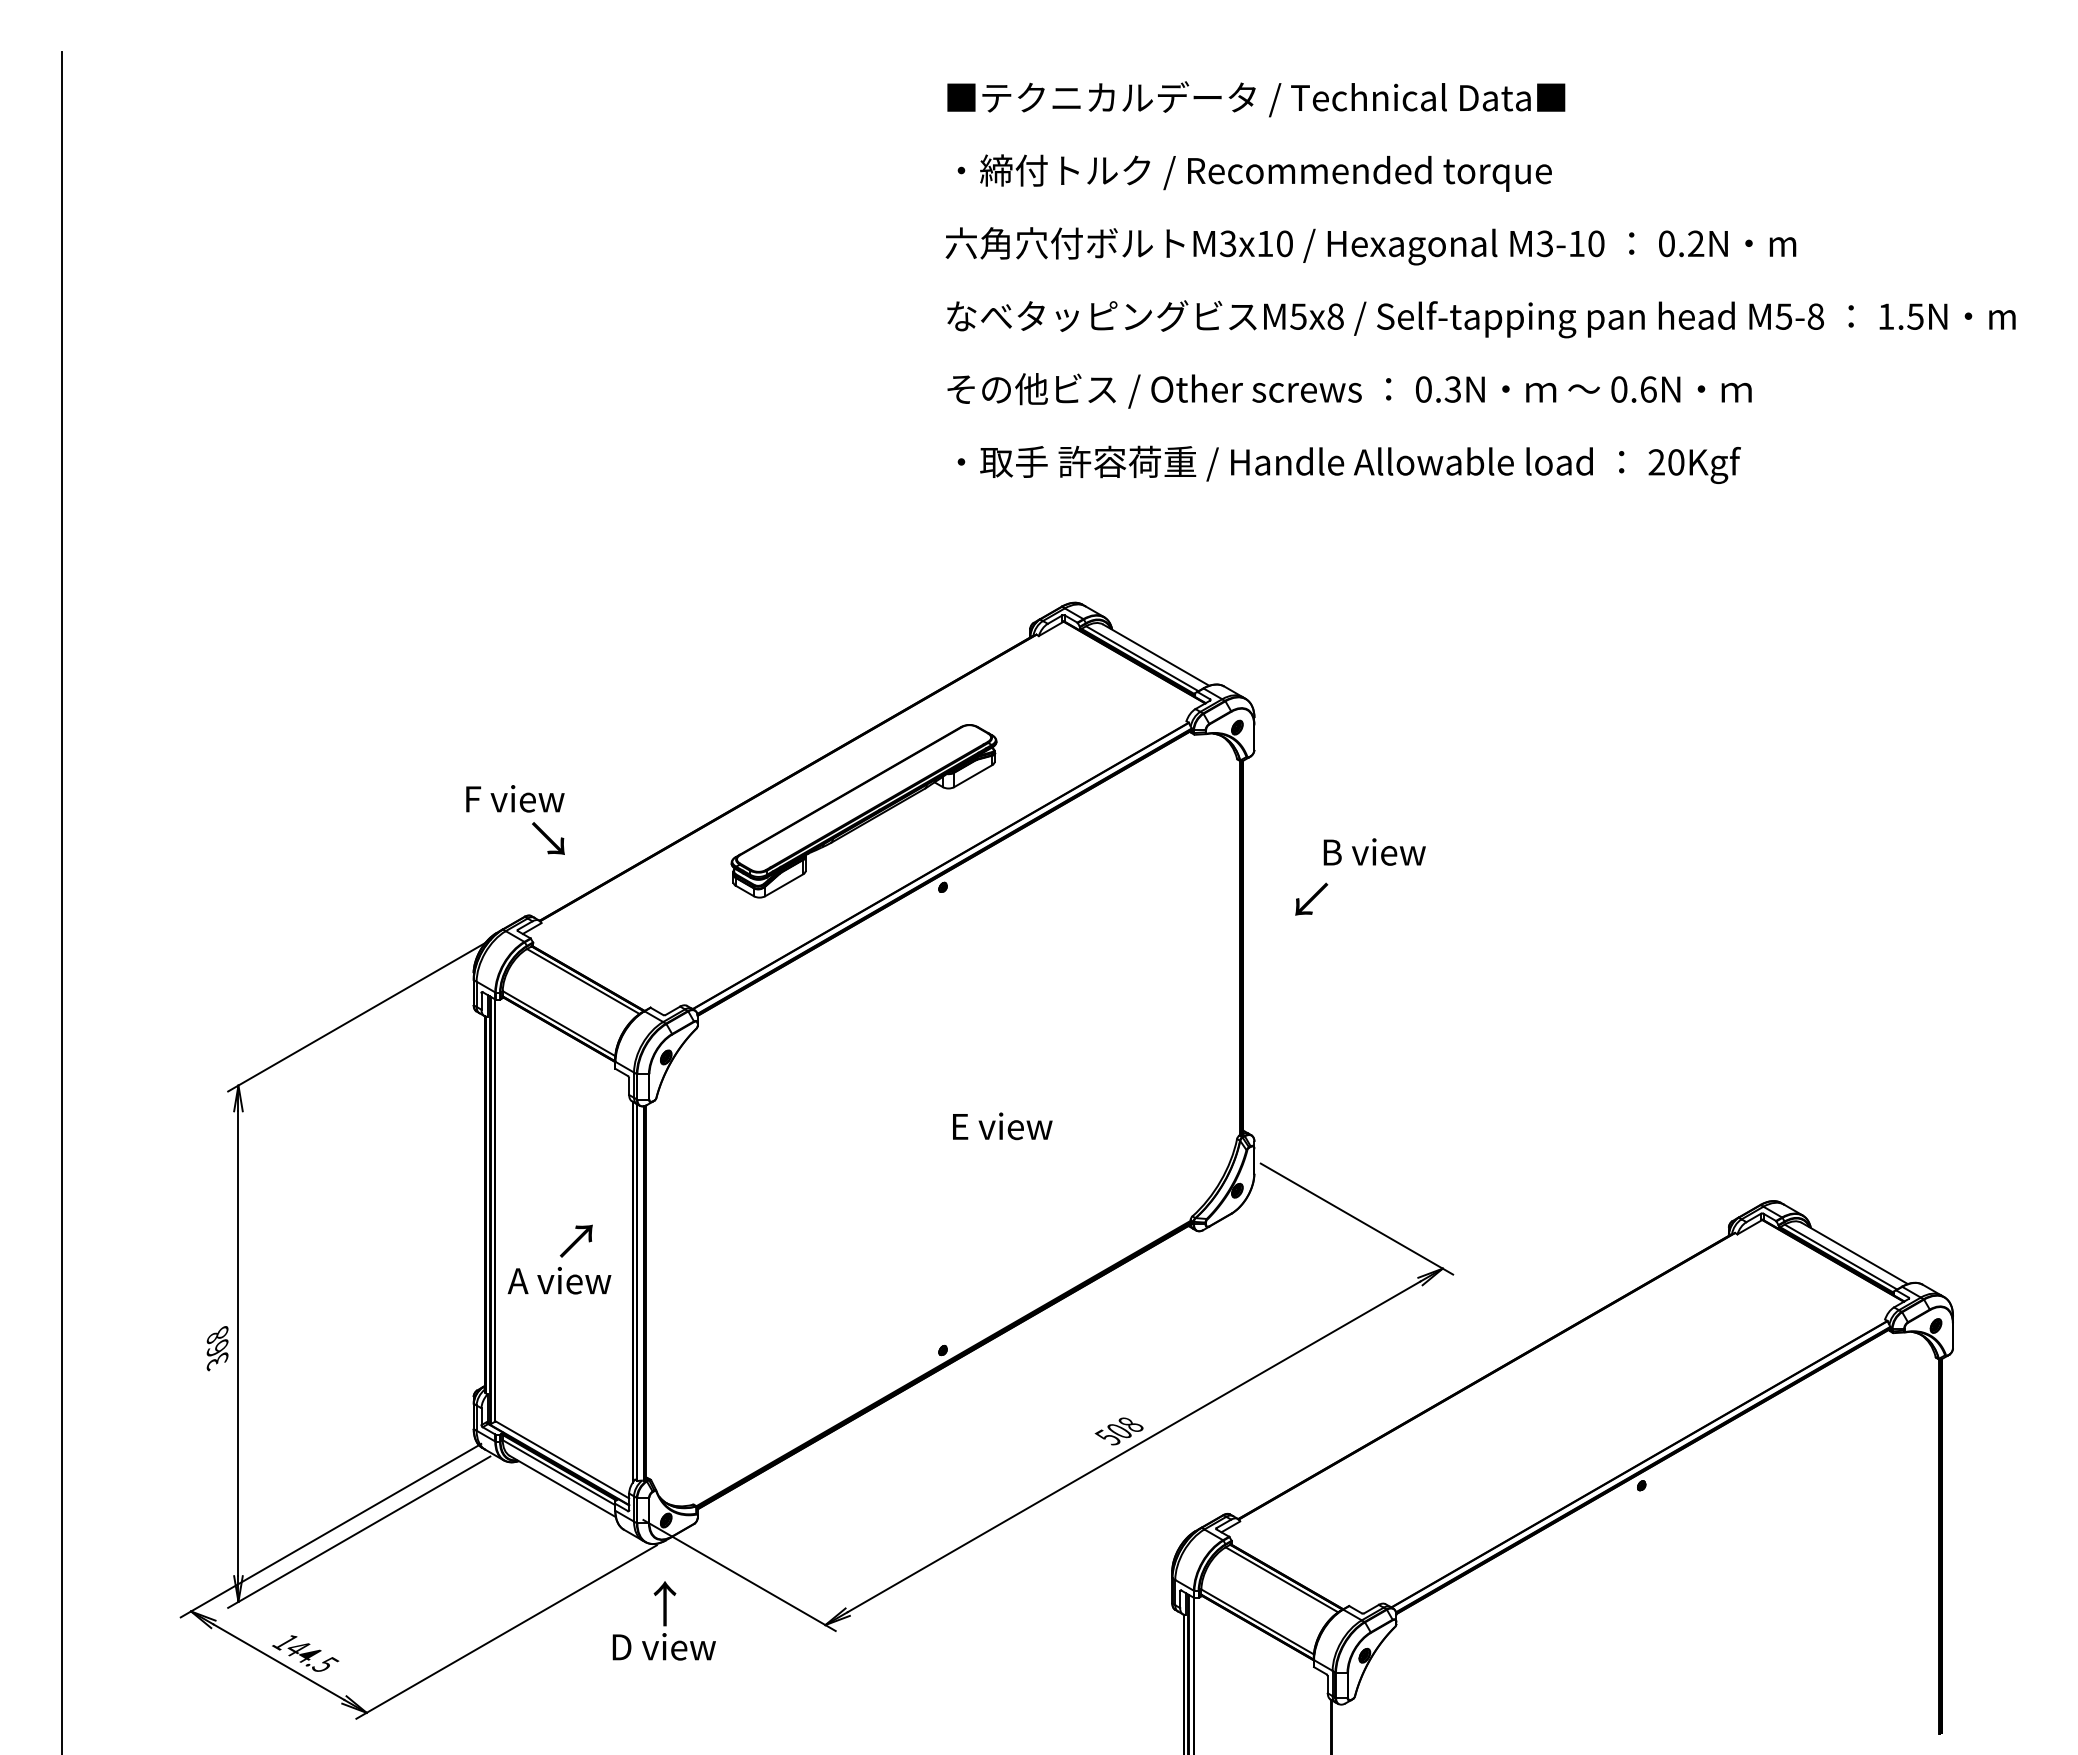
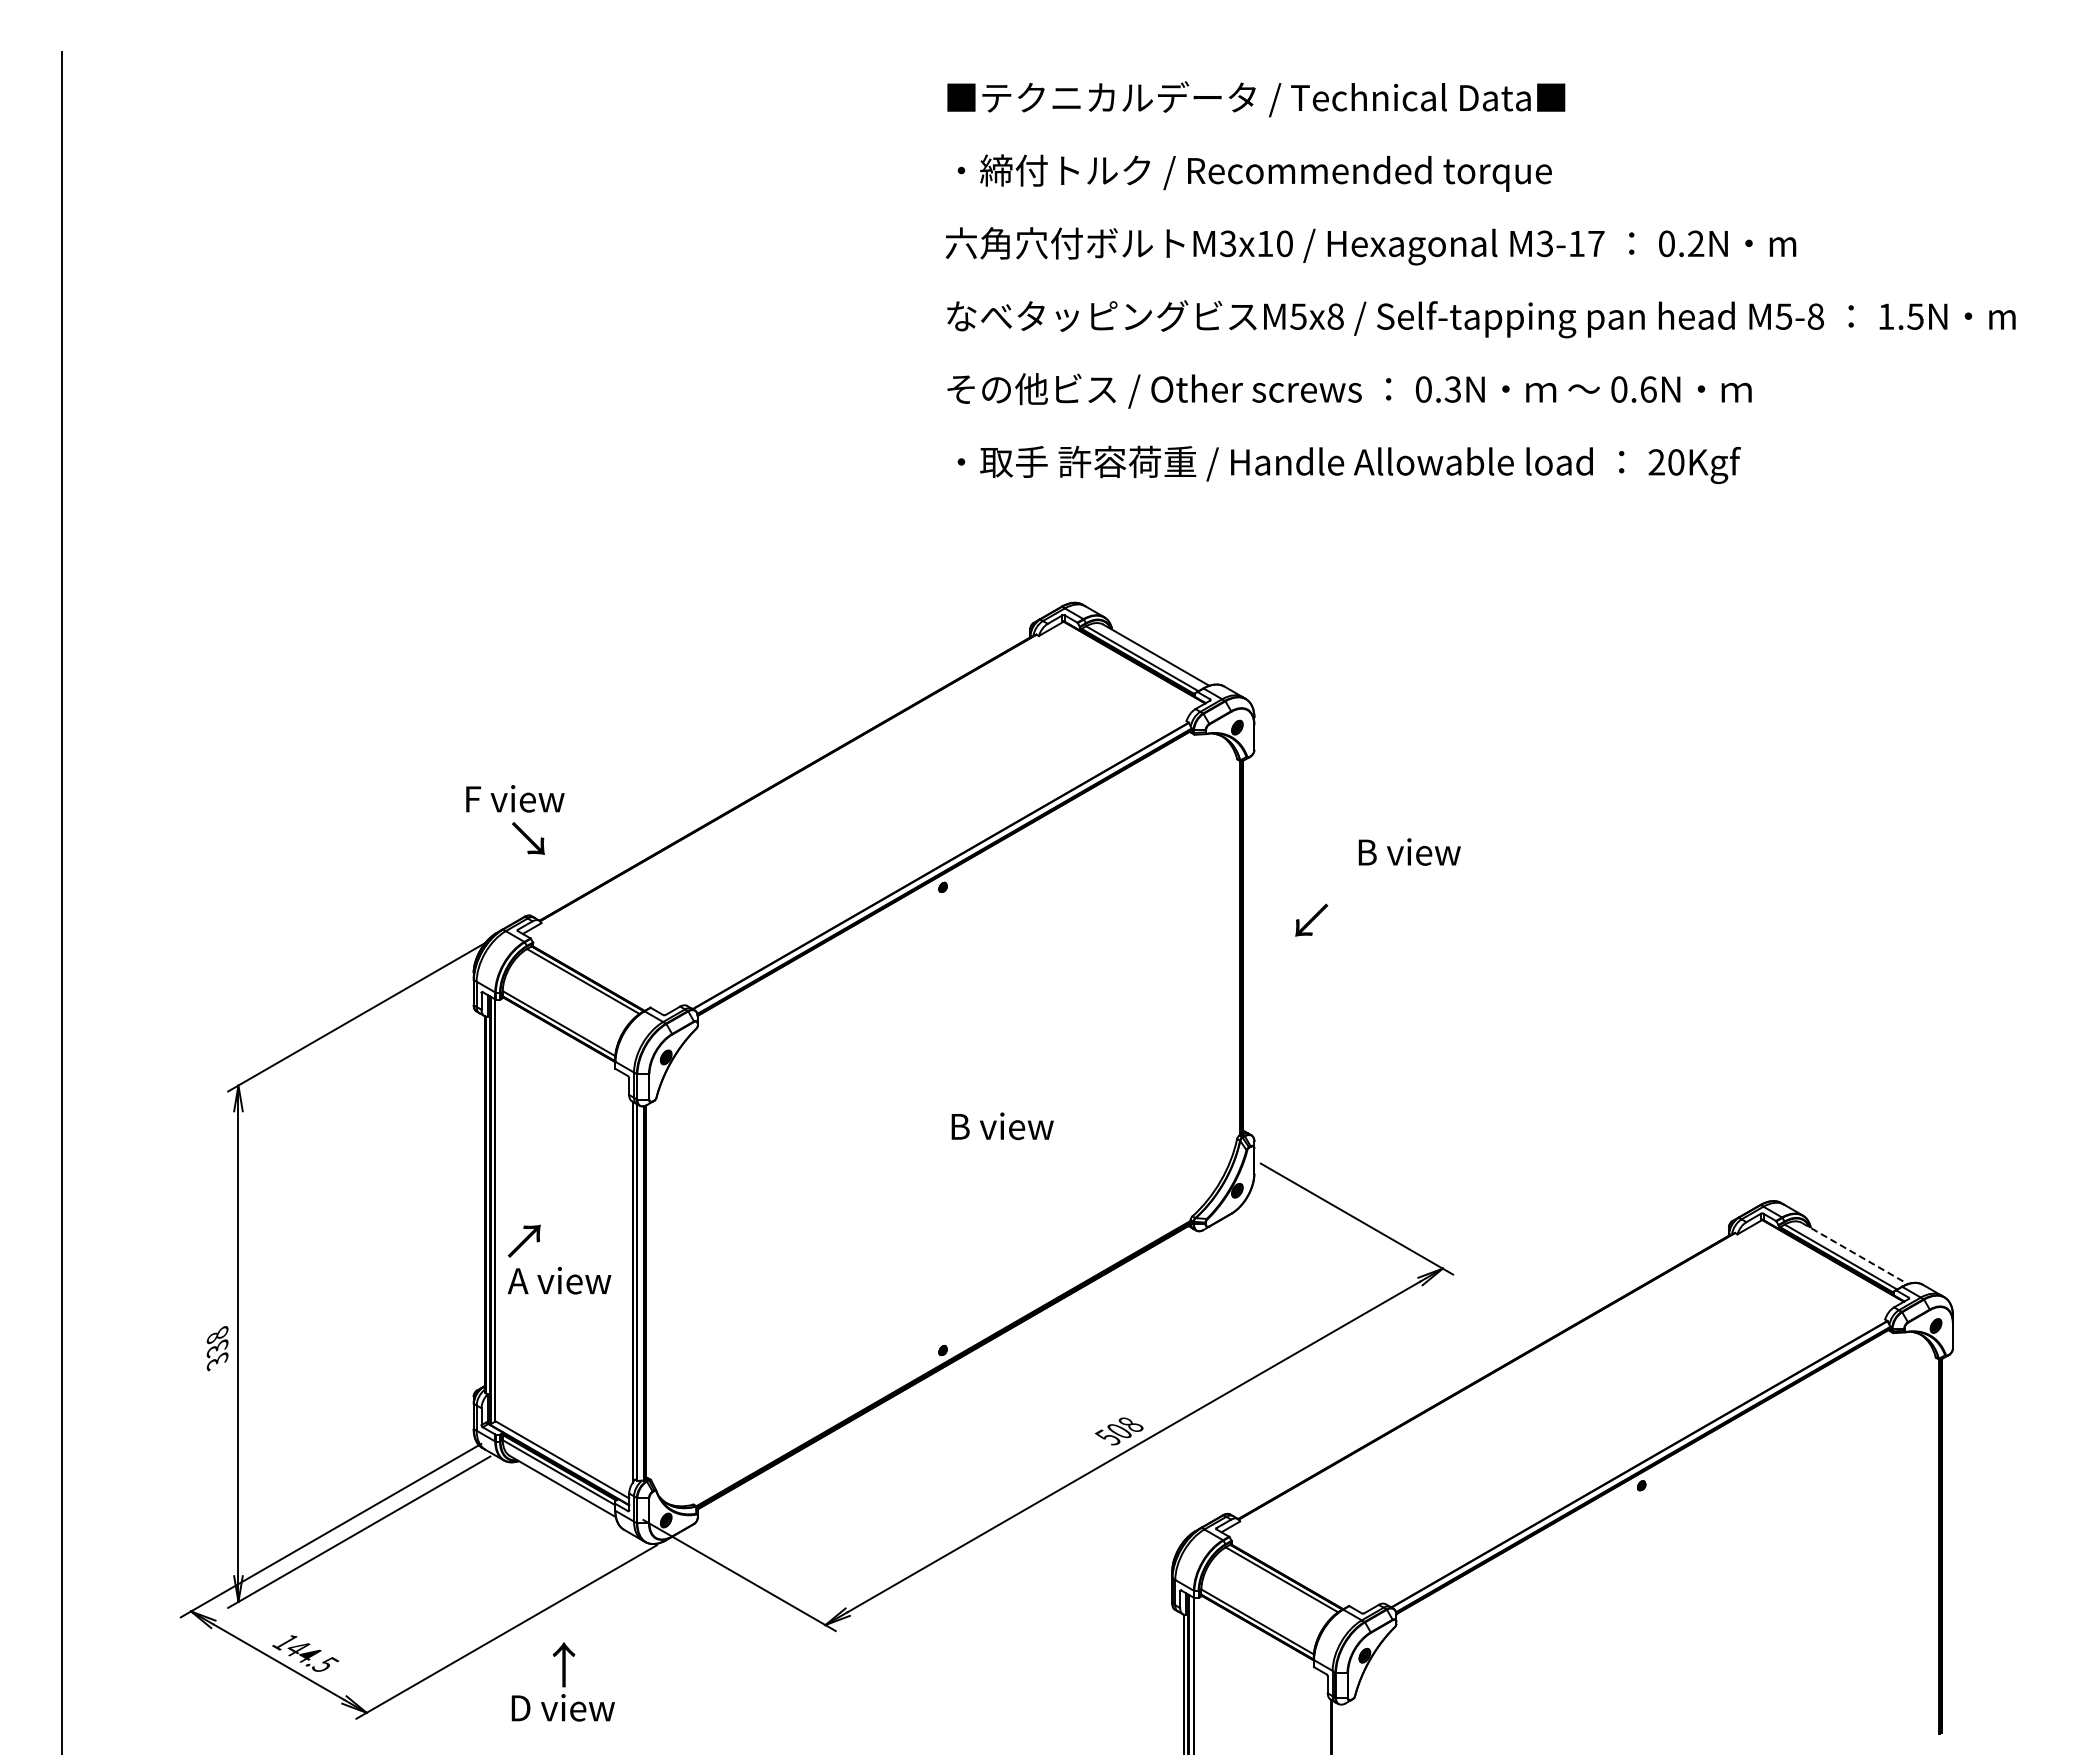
text at (1596, 243): M3-10 -> M3-17
part at (863, 811): present -> none
text at (548, 838) position: (548, 838) -> (528, 838)
text at (1374, 851) position: (1374, 851) -> (1409, 851)
text at (1311, 898) position: (1311, 898) -> (1311, 919)
text at (1002, 1126): E view -> B view
text at (575, 1240) position: (575, 1240) -> (523, 1240)
line at (1855, 1253): solid -> dashed
text at (217, 1348): 368 -> 338
text at (663, 1620) position: (663, 1620) -> (562, 1681)
